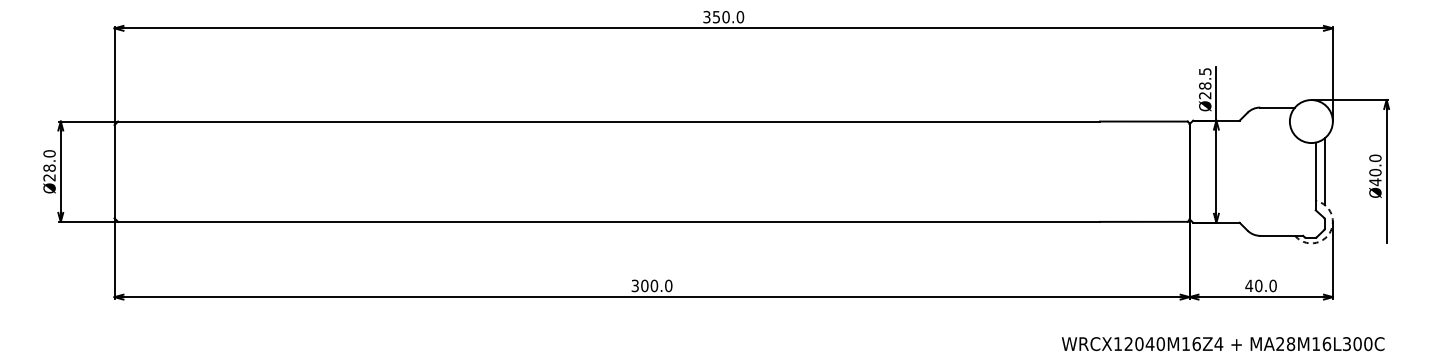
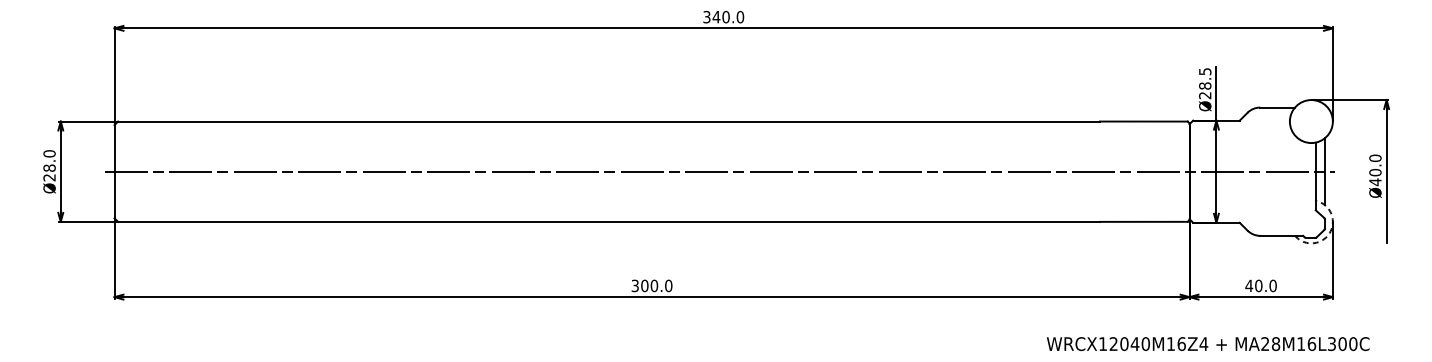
text at (716, 17): 350.0 -> 340.0
line at (719, 171): none -> present
text at (1223, 344) position: (1223, 344) -> (1208, 344)
